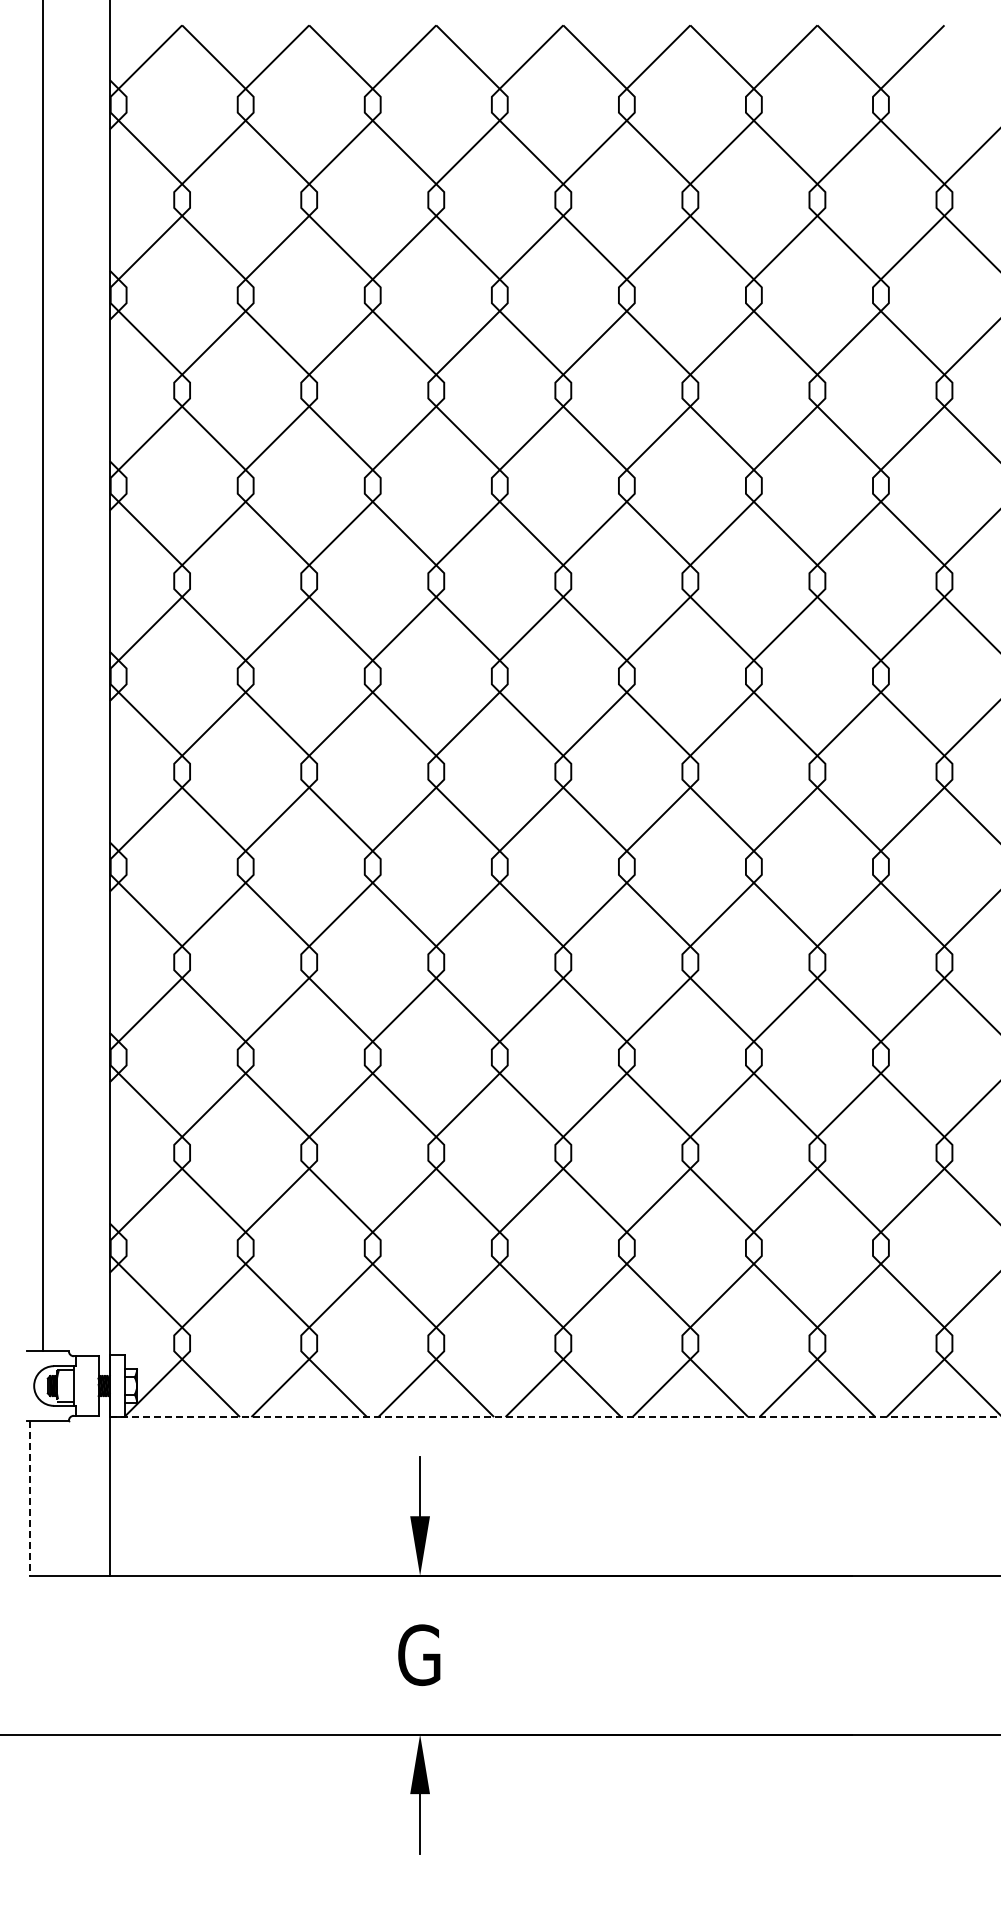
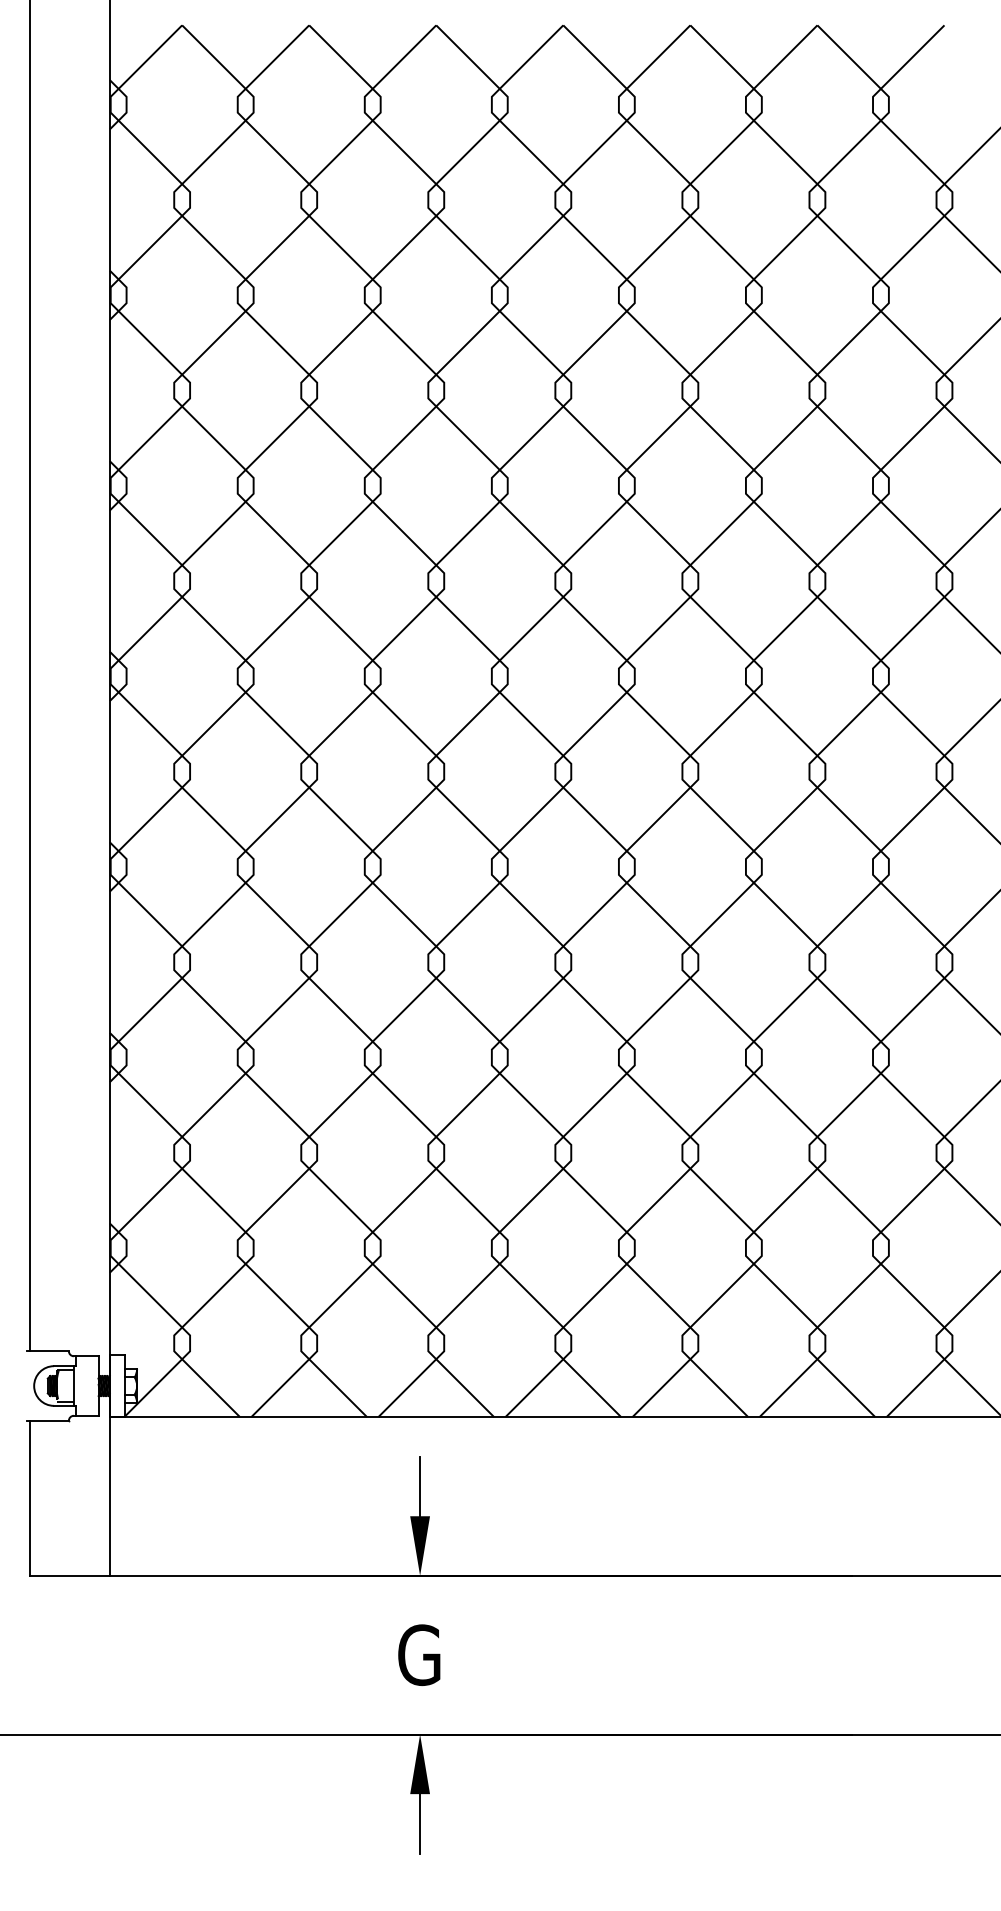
line at (43, 676) position: (43, 676) -> (30, 676)
line at (555, 1417): dashed -> solid
line at (30, 1498): dashed -> solid
